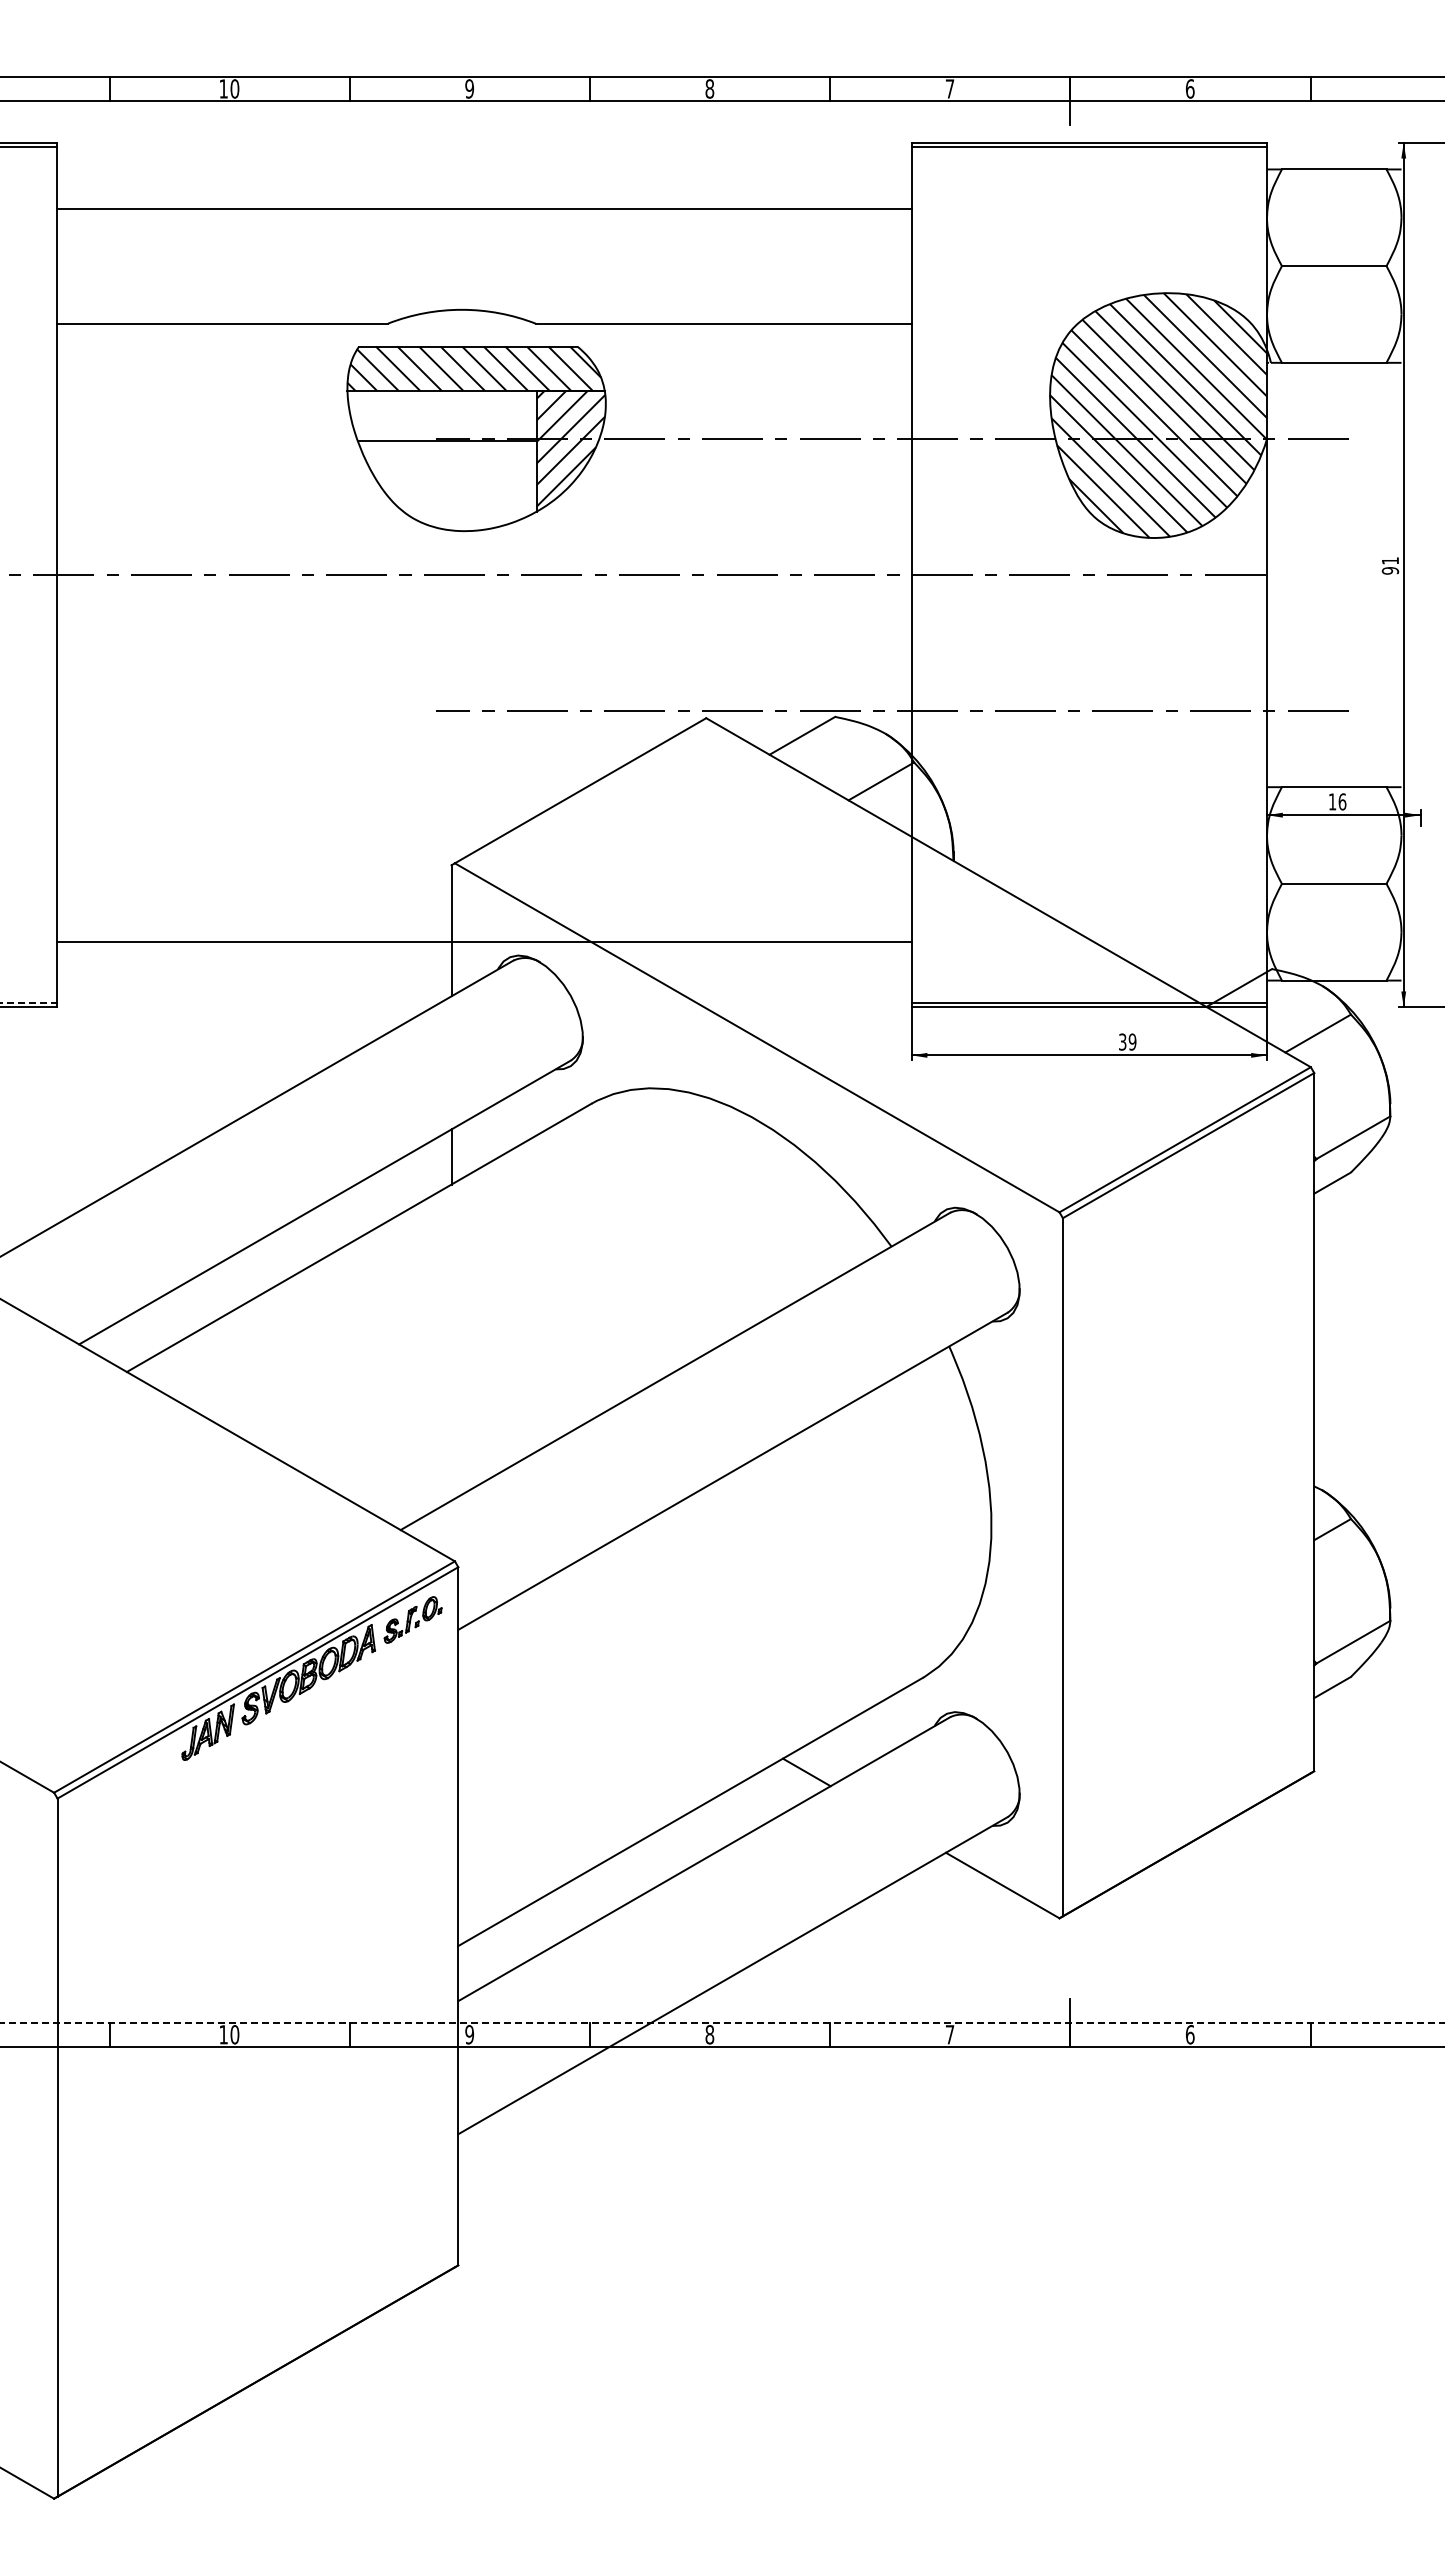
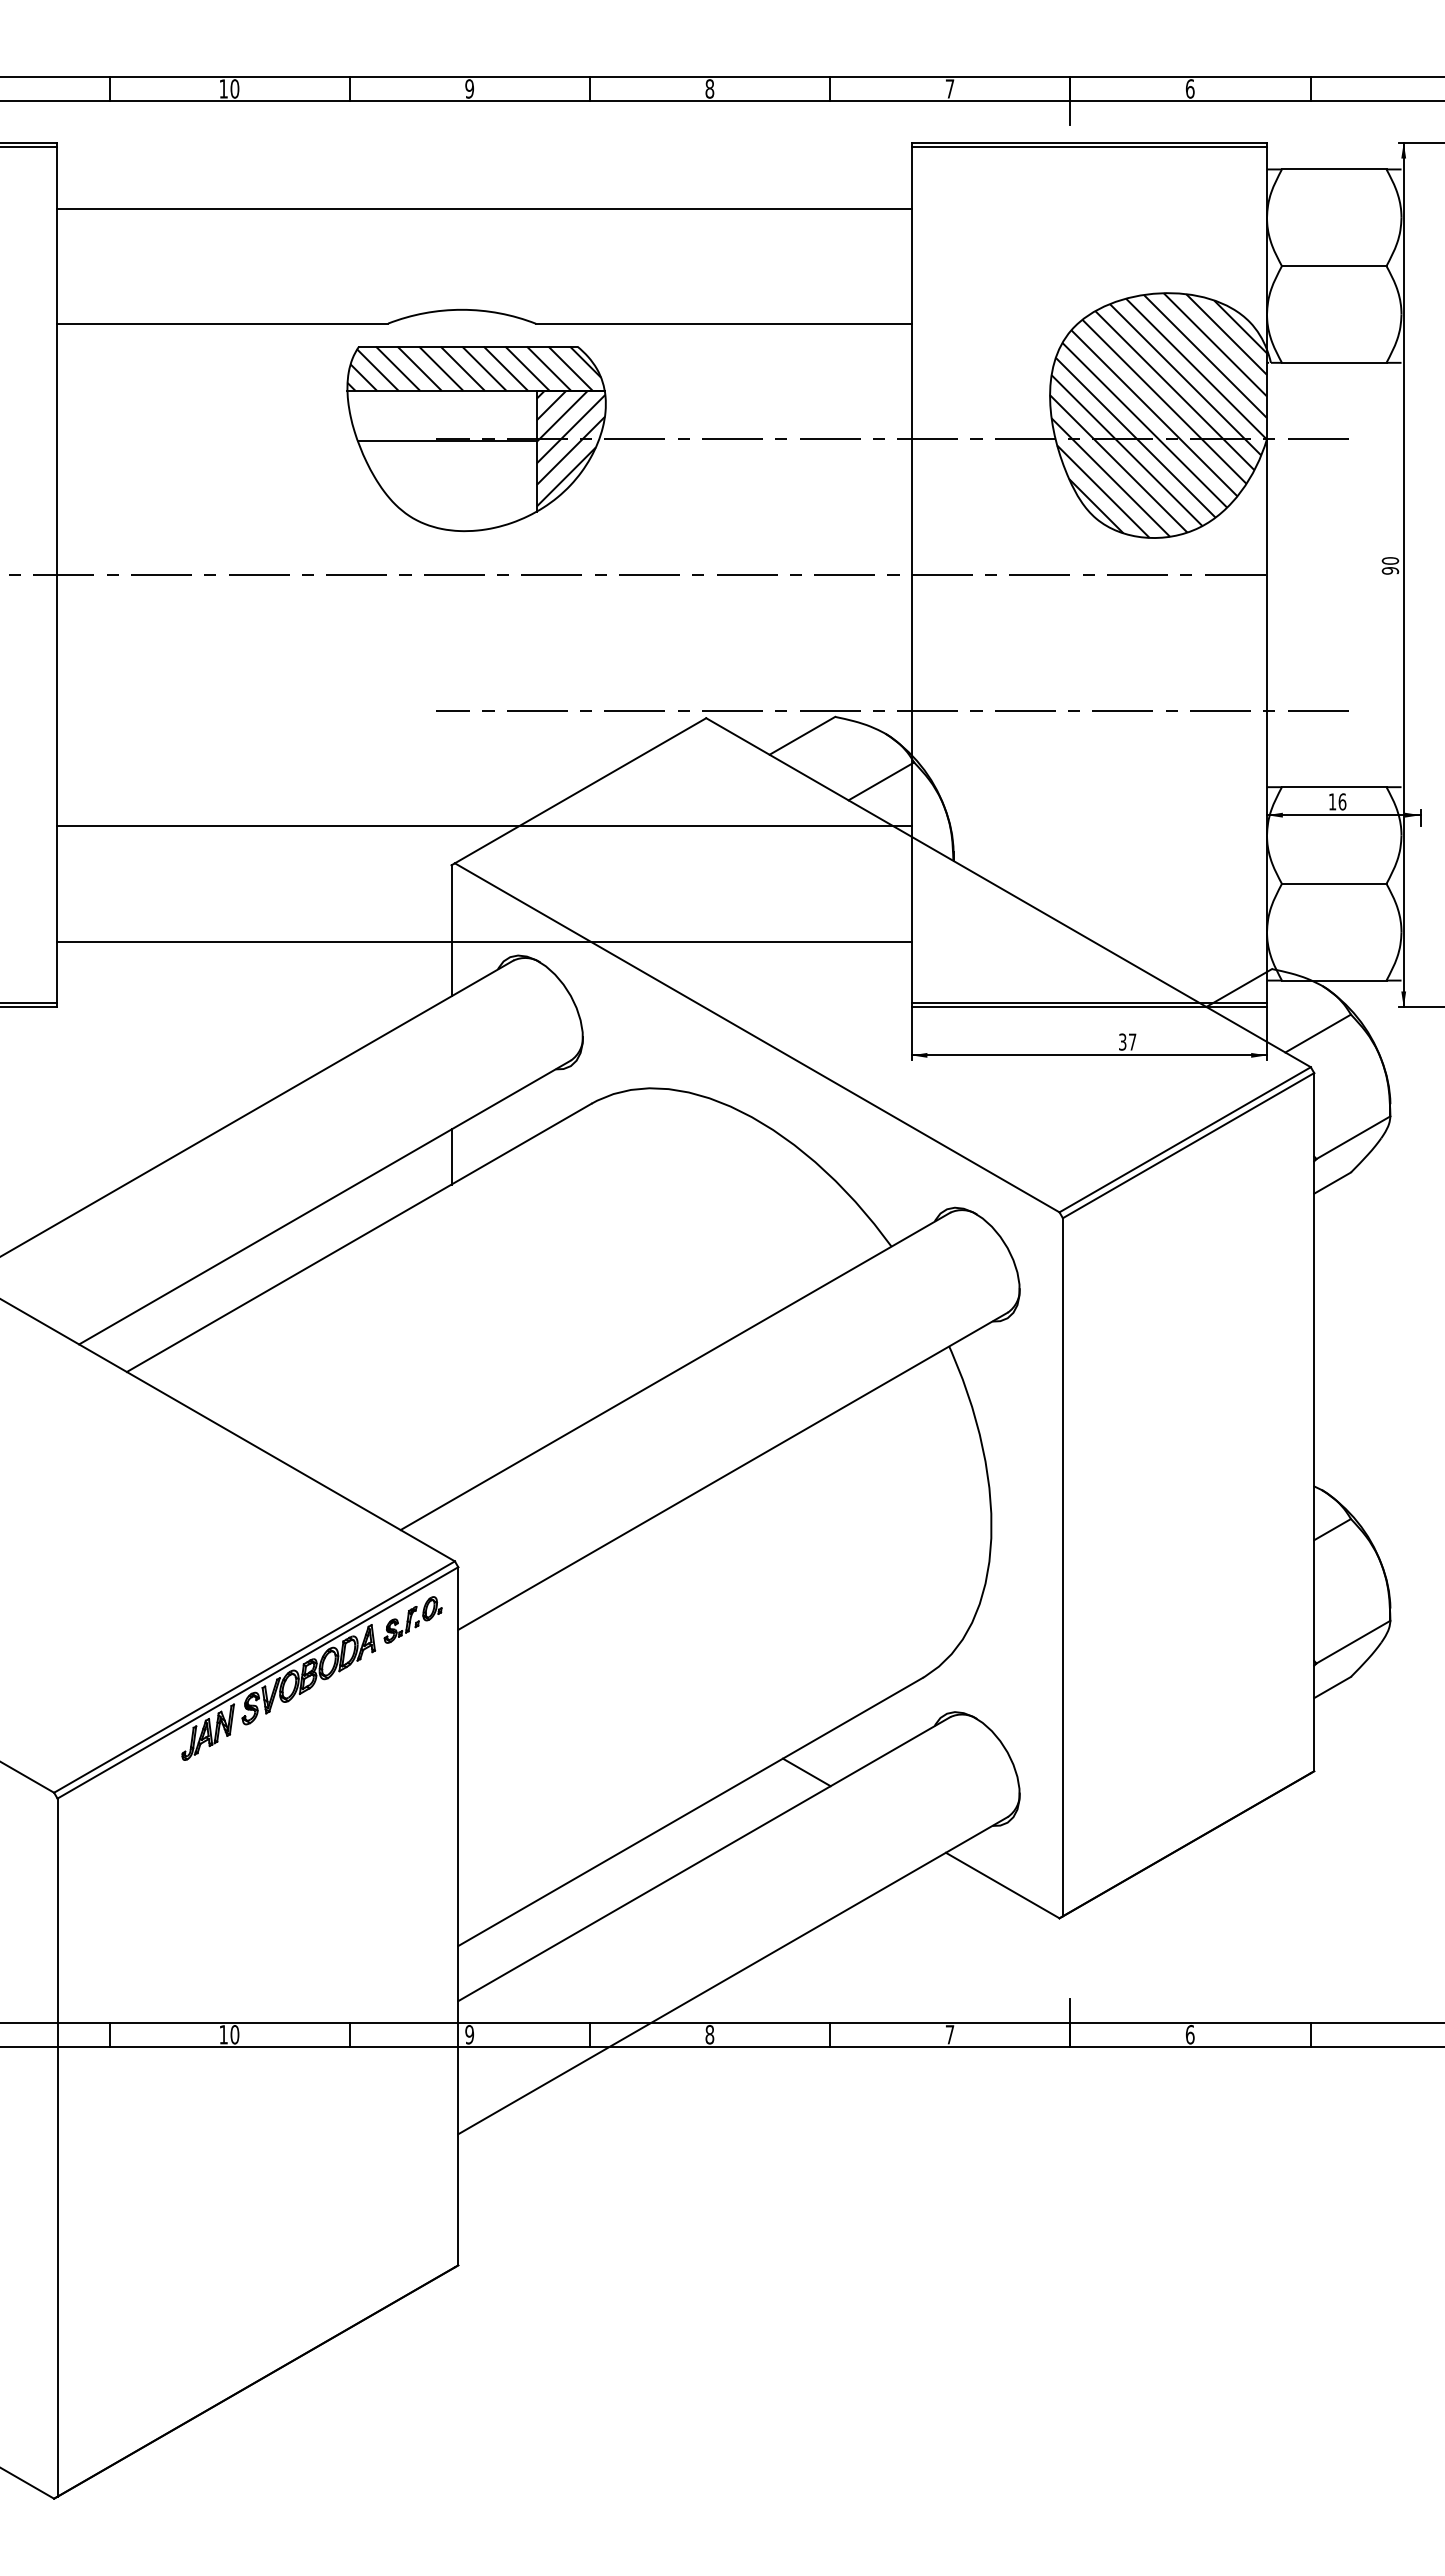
text at (1390, 560): 91 -> 90
line at (483, 826): none -> present
line at (28, 1002): dashed -> solid
text at (1132, 1041): 39 -> 37
line at (722, 2022): dashed -> solid
